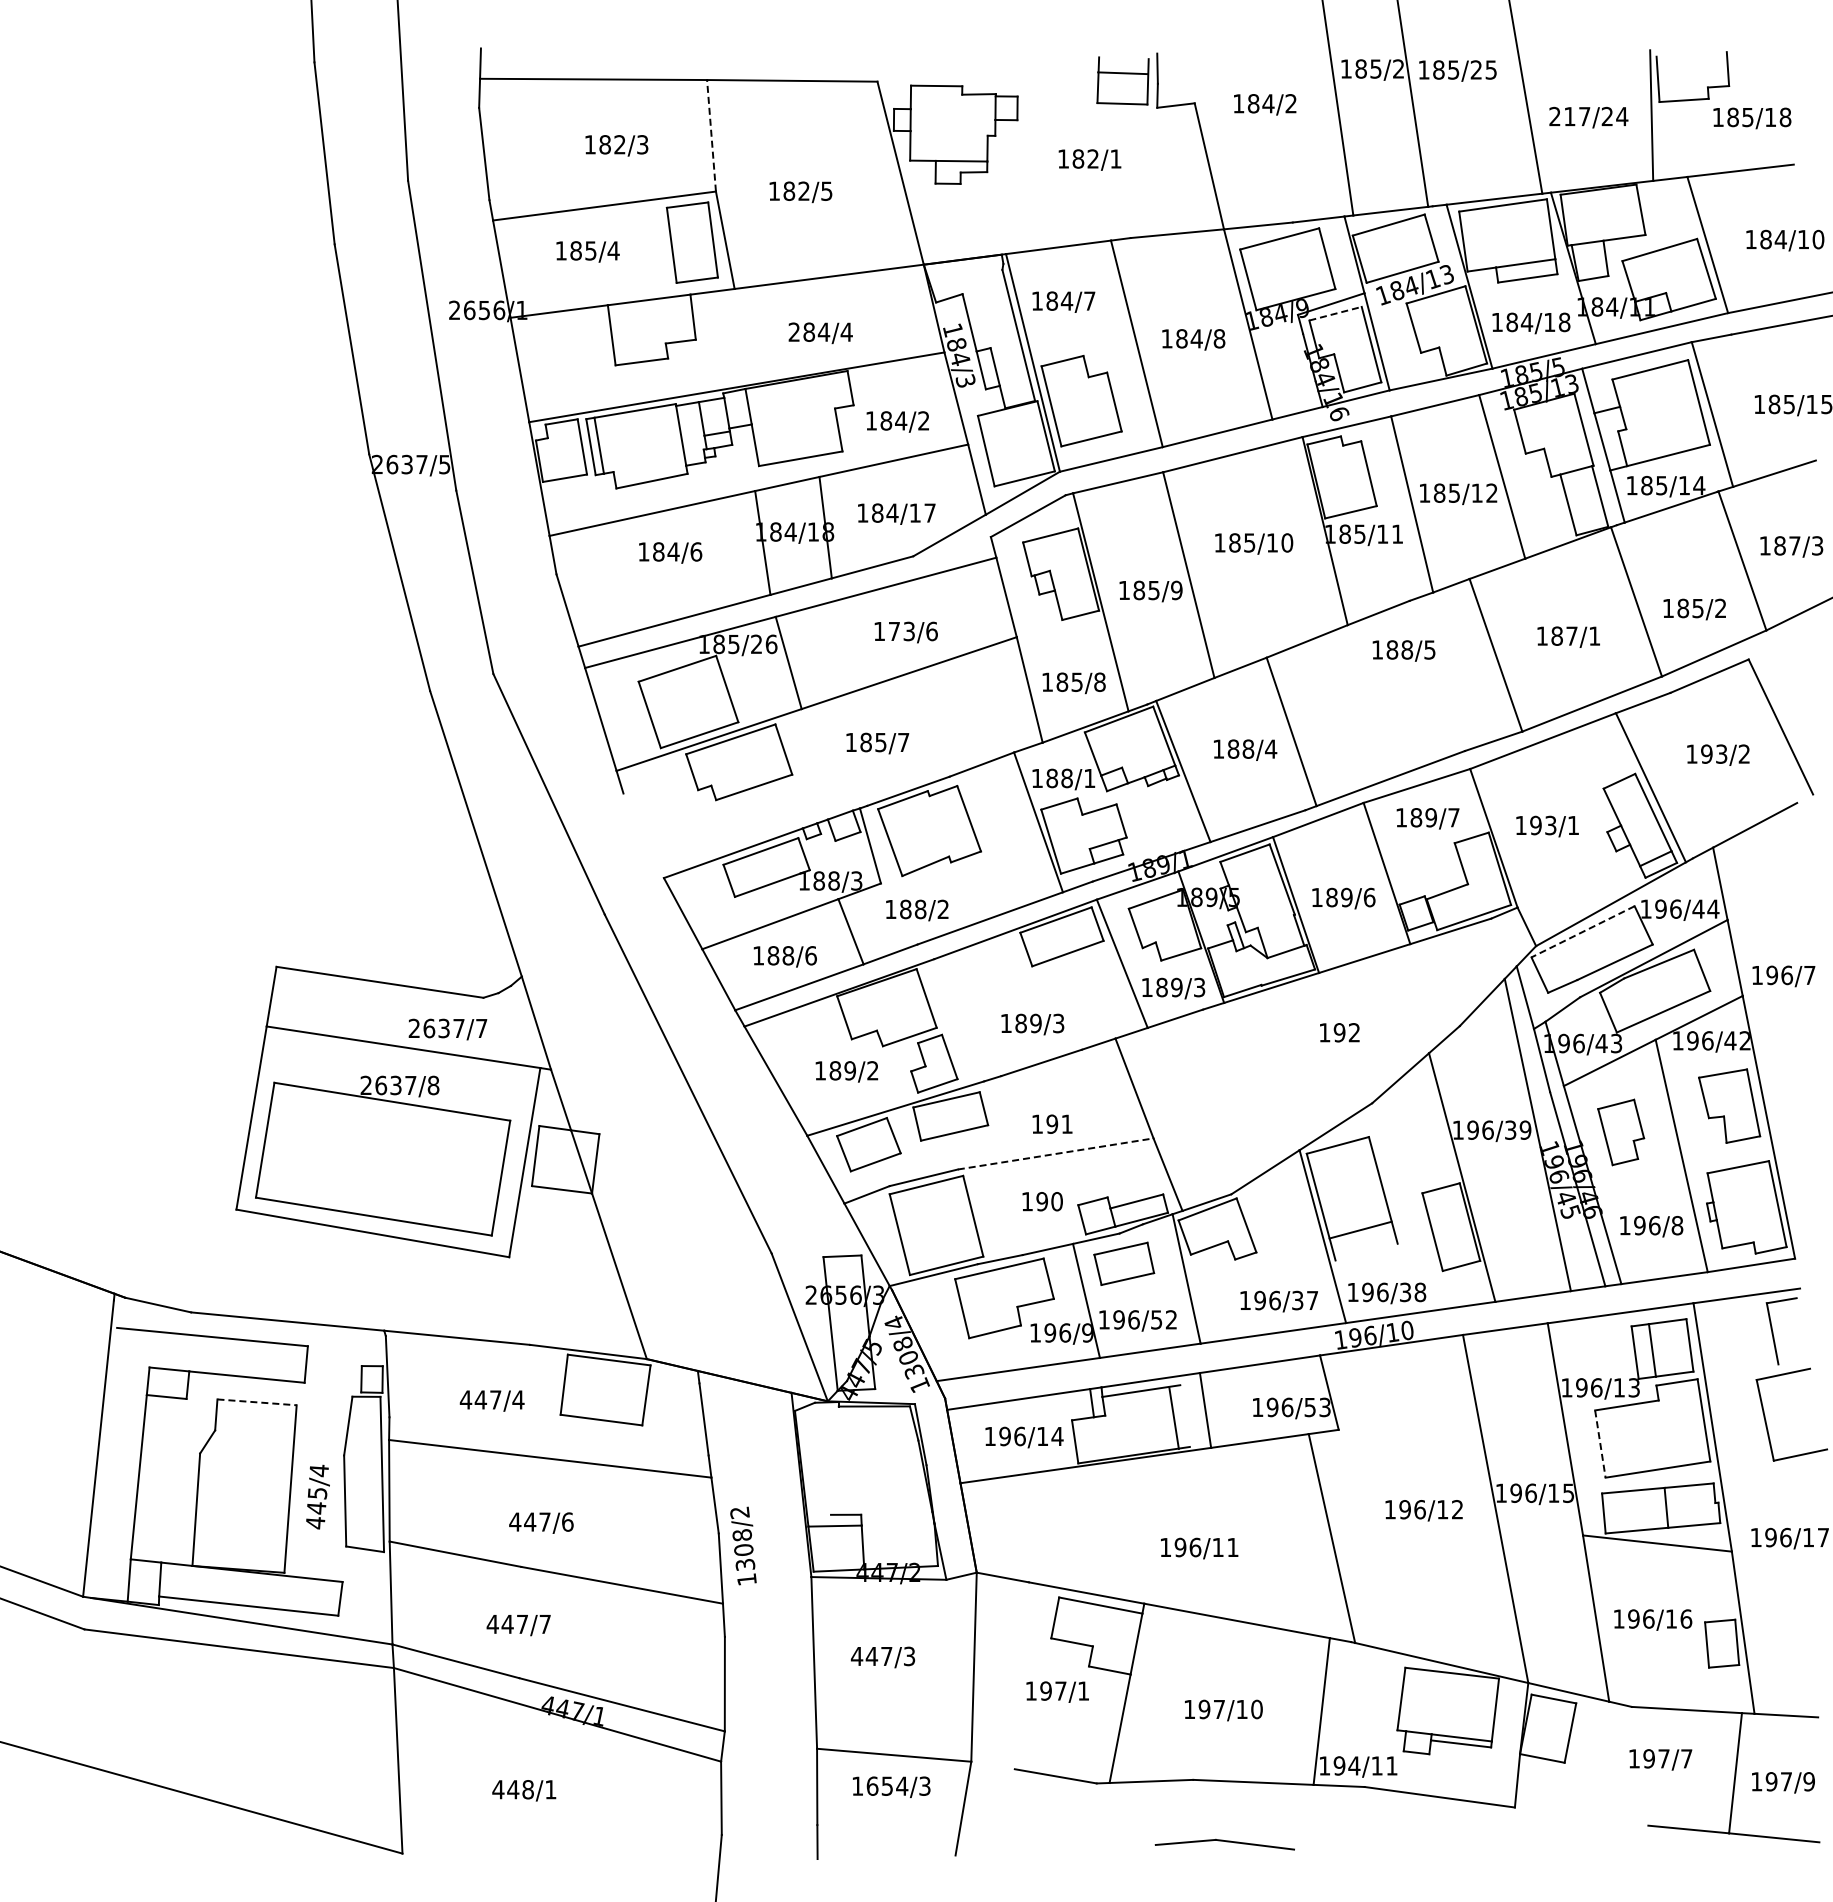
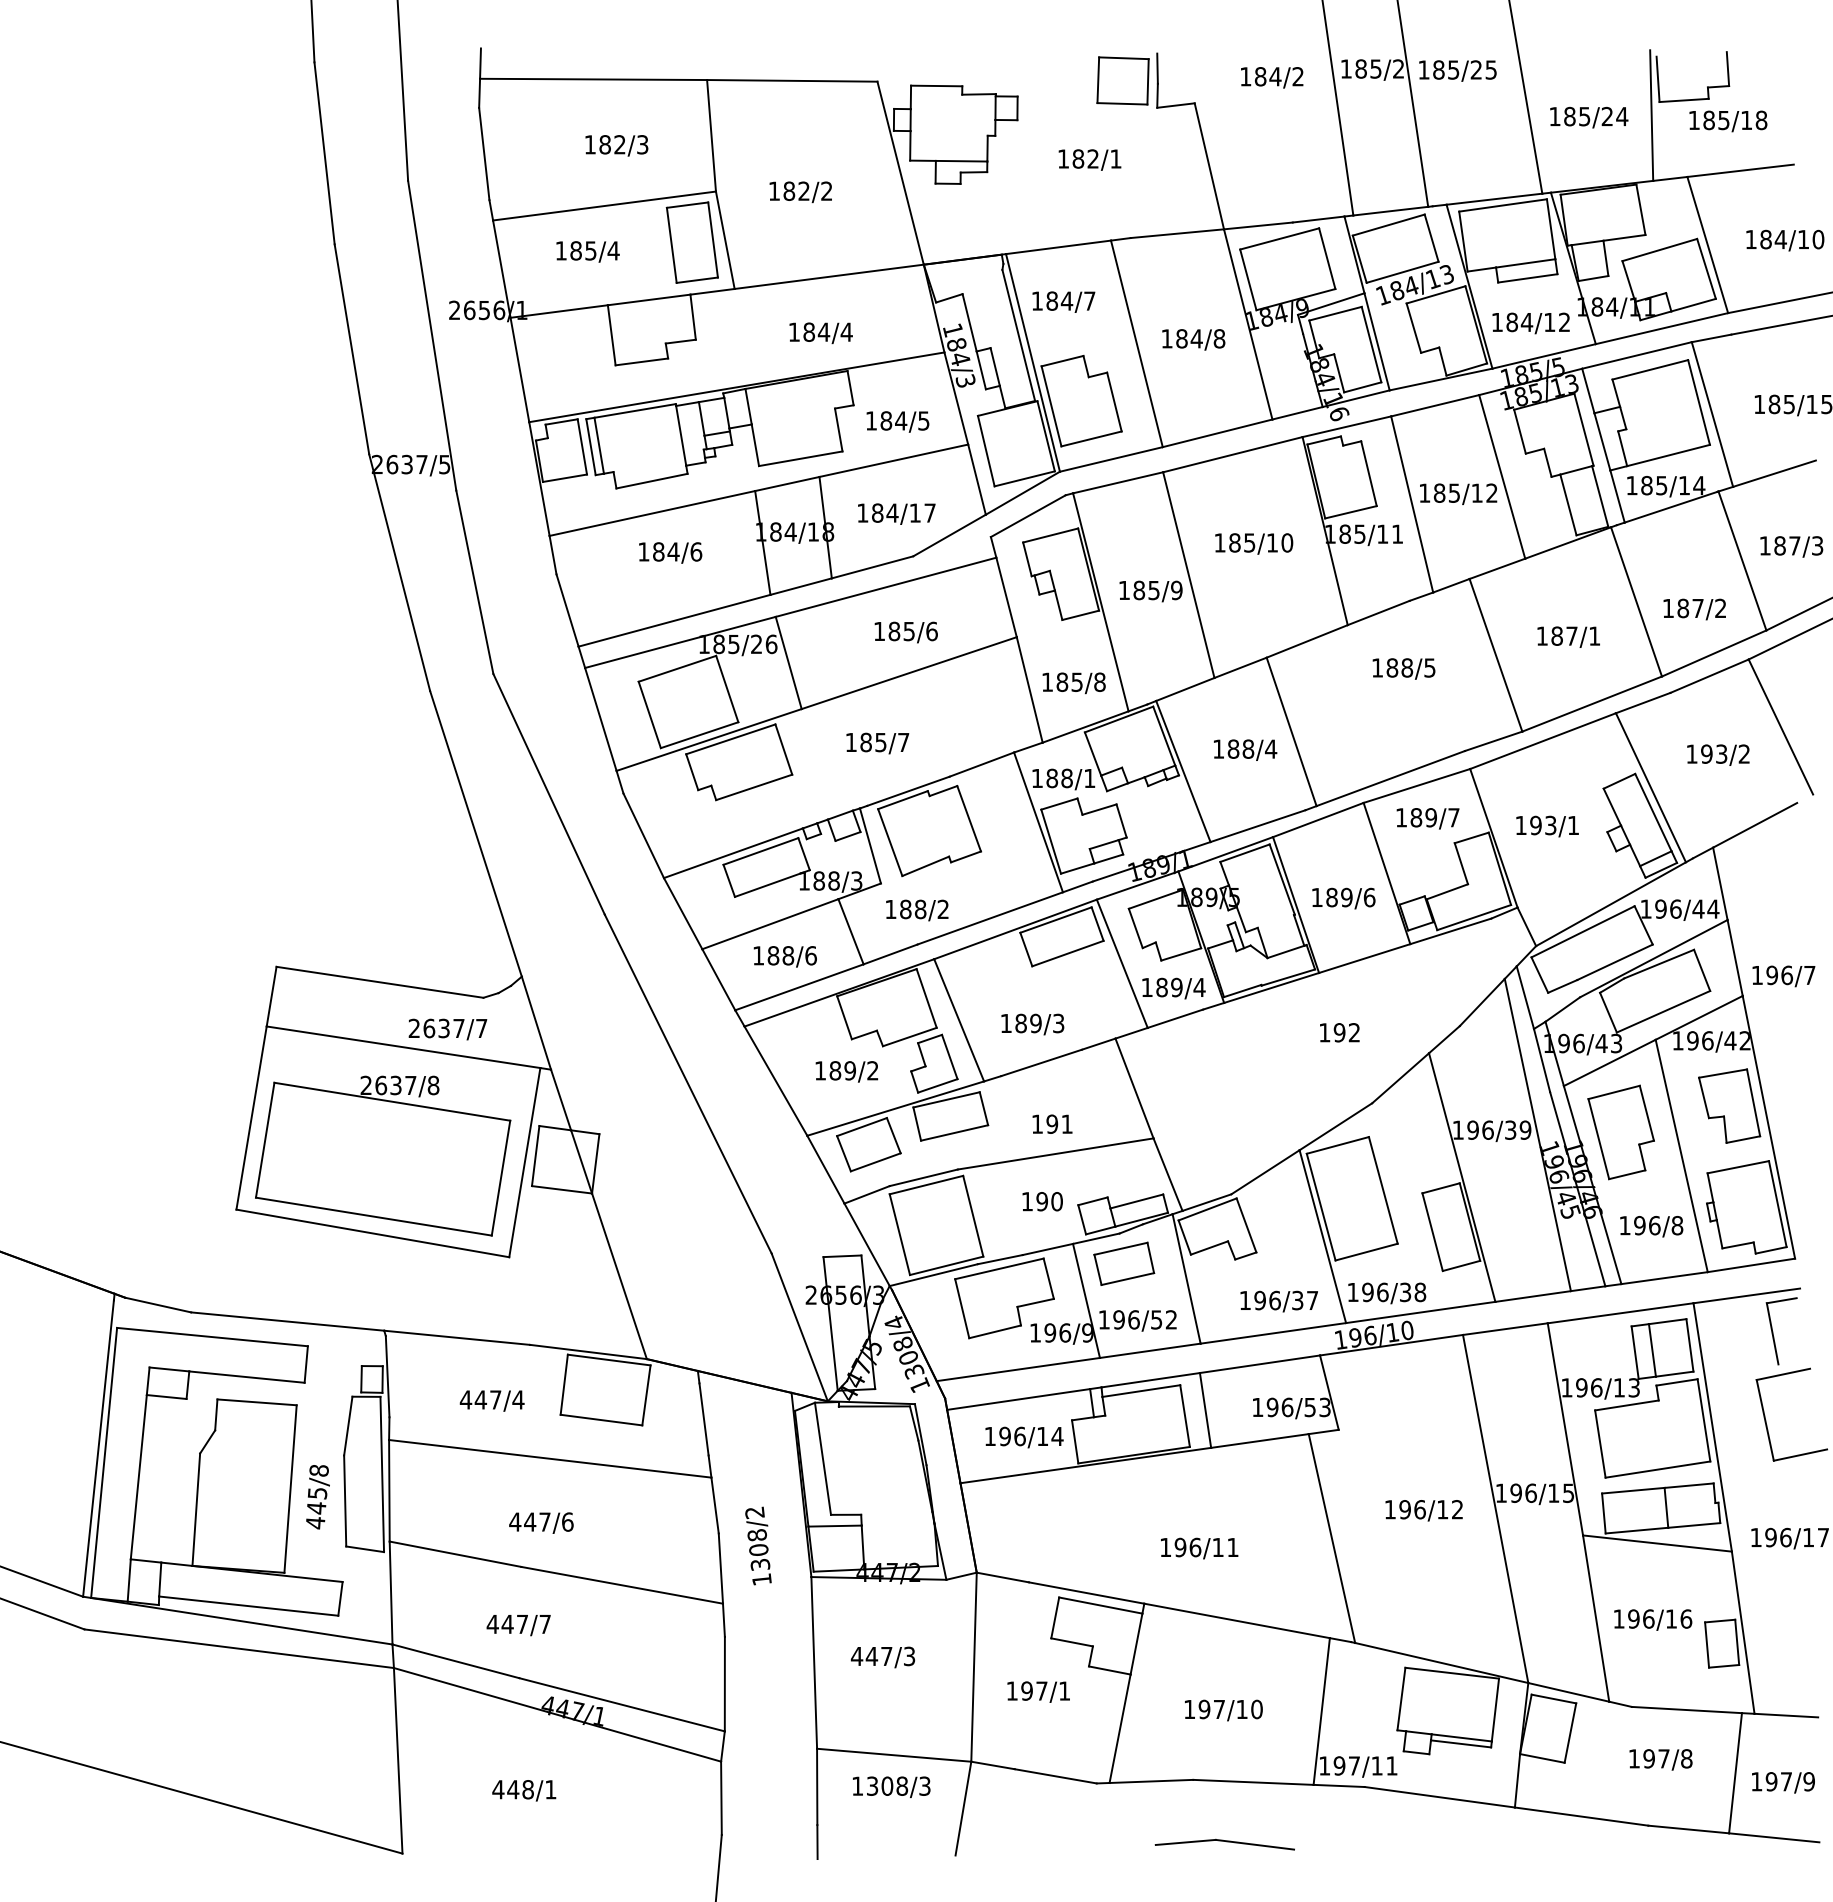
line at (1122, 73) position: (1122, 73) -> (1123, 58)
text at (1265, 104) position: (1265, 104) -> (1272, 77)
text at (1569, 116): 217/24 -> 185/24
text at (1752, 118) position: (1752, 118) -> (1728, 121)
line at (711, 135): dashed -> solid
text at (826, 190): 182/5 -> 182/2
line at (1336, 313): dashed -> solid
text at (1564, 322): 184/18 -> 184/12
text at (793, 331): 284/4 -> 184/4
text at (923, 420): 184/2 -> 184/5
text at (1697, 608): 185/2 -> 187/2
text at (901, 631): 173/6 -> 185/6
line at (1788, 639): none -> present
text at (1403, 650) position: (1403, 650) -> (1403, 668)
line at (643, 835): none -> present
line at (1583, 931): dashed -> solid
text at (1199, 987): 189/3 -> 189/4
line at (959, 1020): none -> present
part at (1621, 1132) size: 49x69 px -> 68x97 px
line at (1056, 1153): dashed -> solid
line at (1360, 1229) position: (1360, 1229) -> (1366, 1251)
line at (257, 1402): dashed -> solid
line at (1173, 1417) position: (1173, 1417) -> (1184, 1415)
line at (1600, 1444): dashed -> solid
line at (822, 1458): none -> present
line at (104, 1462): none -> present
text at (318, 1470): 445/4 -> 445/8
text at (743, 1545) position: (743, 1545) -> (758, 1545)
text at (1057, 1691) position: (1057, 1691) -> (1038, 1691)
text at (1686, 1758): 197/7 -> 197/8
line at (992, 1765): none -> present
text at (1354, 1765): 194/11 -> 197/11
text at (887, 1785): 1654/3 -> 1308/3
line at (1581, 1816): none -> present
